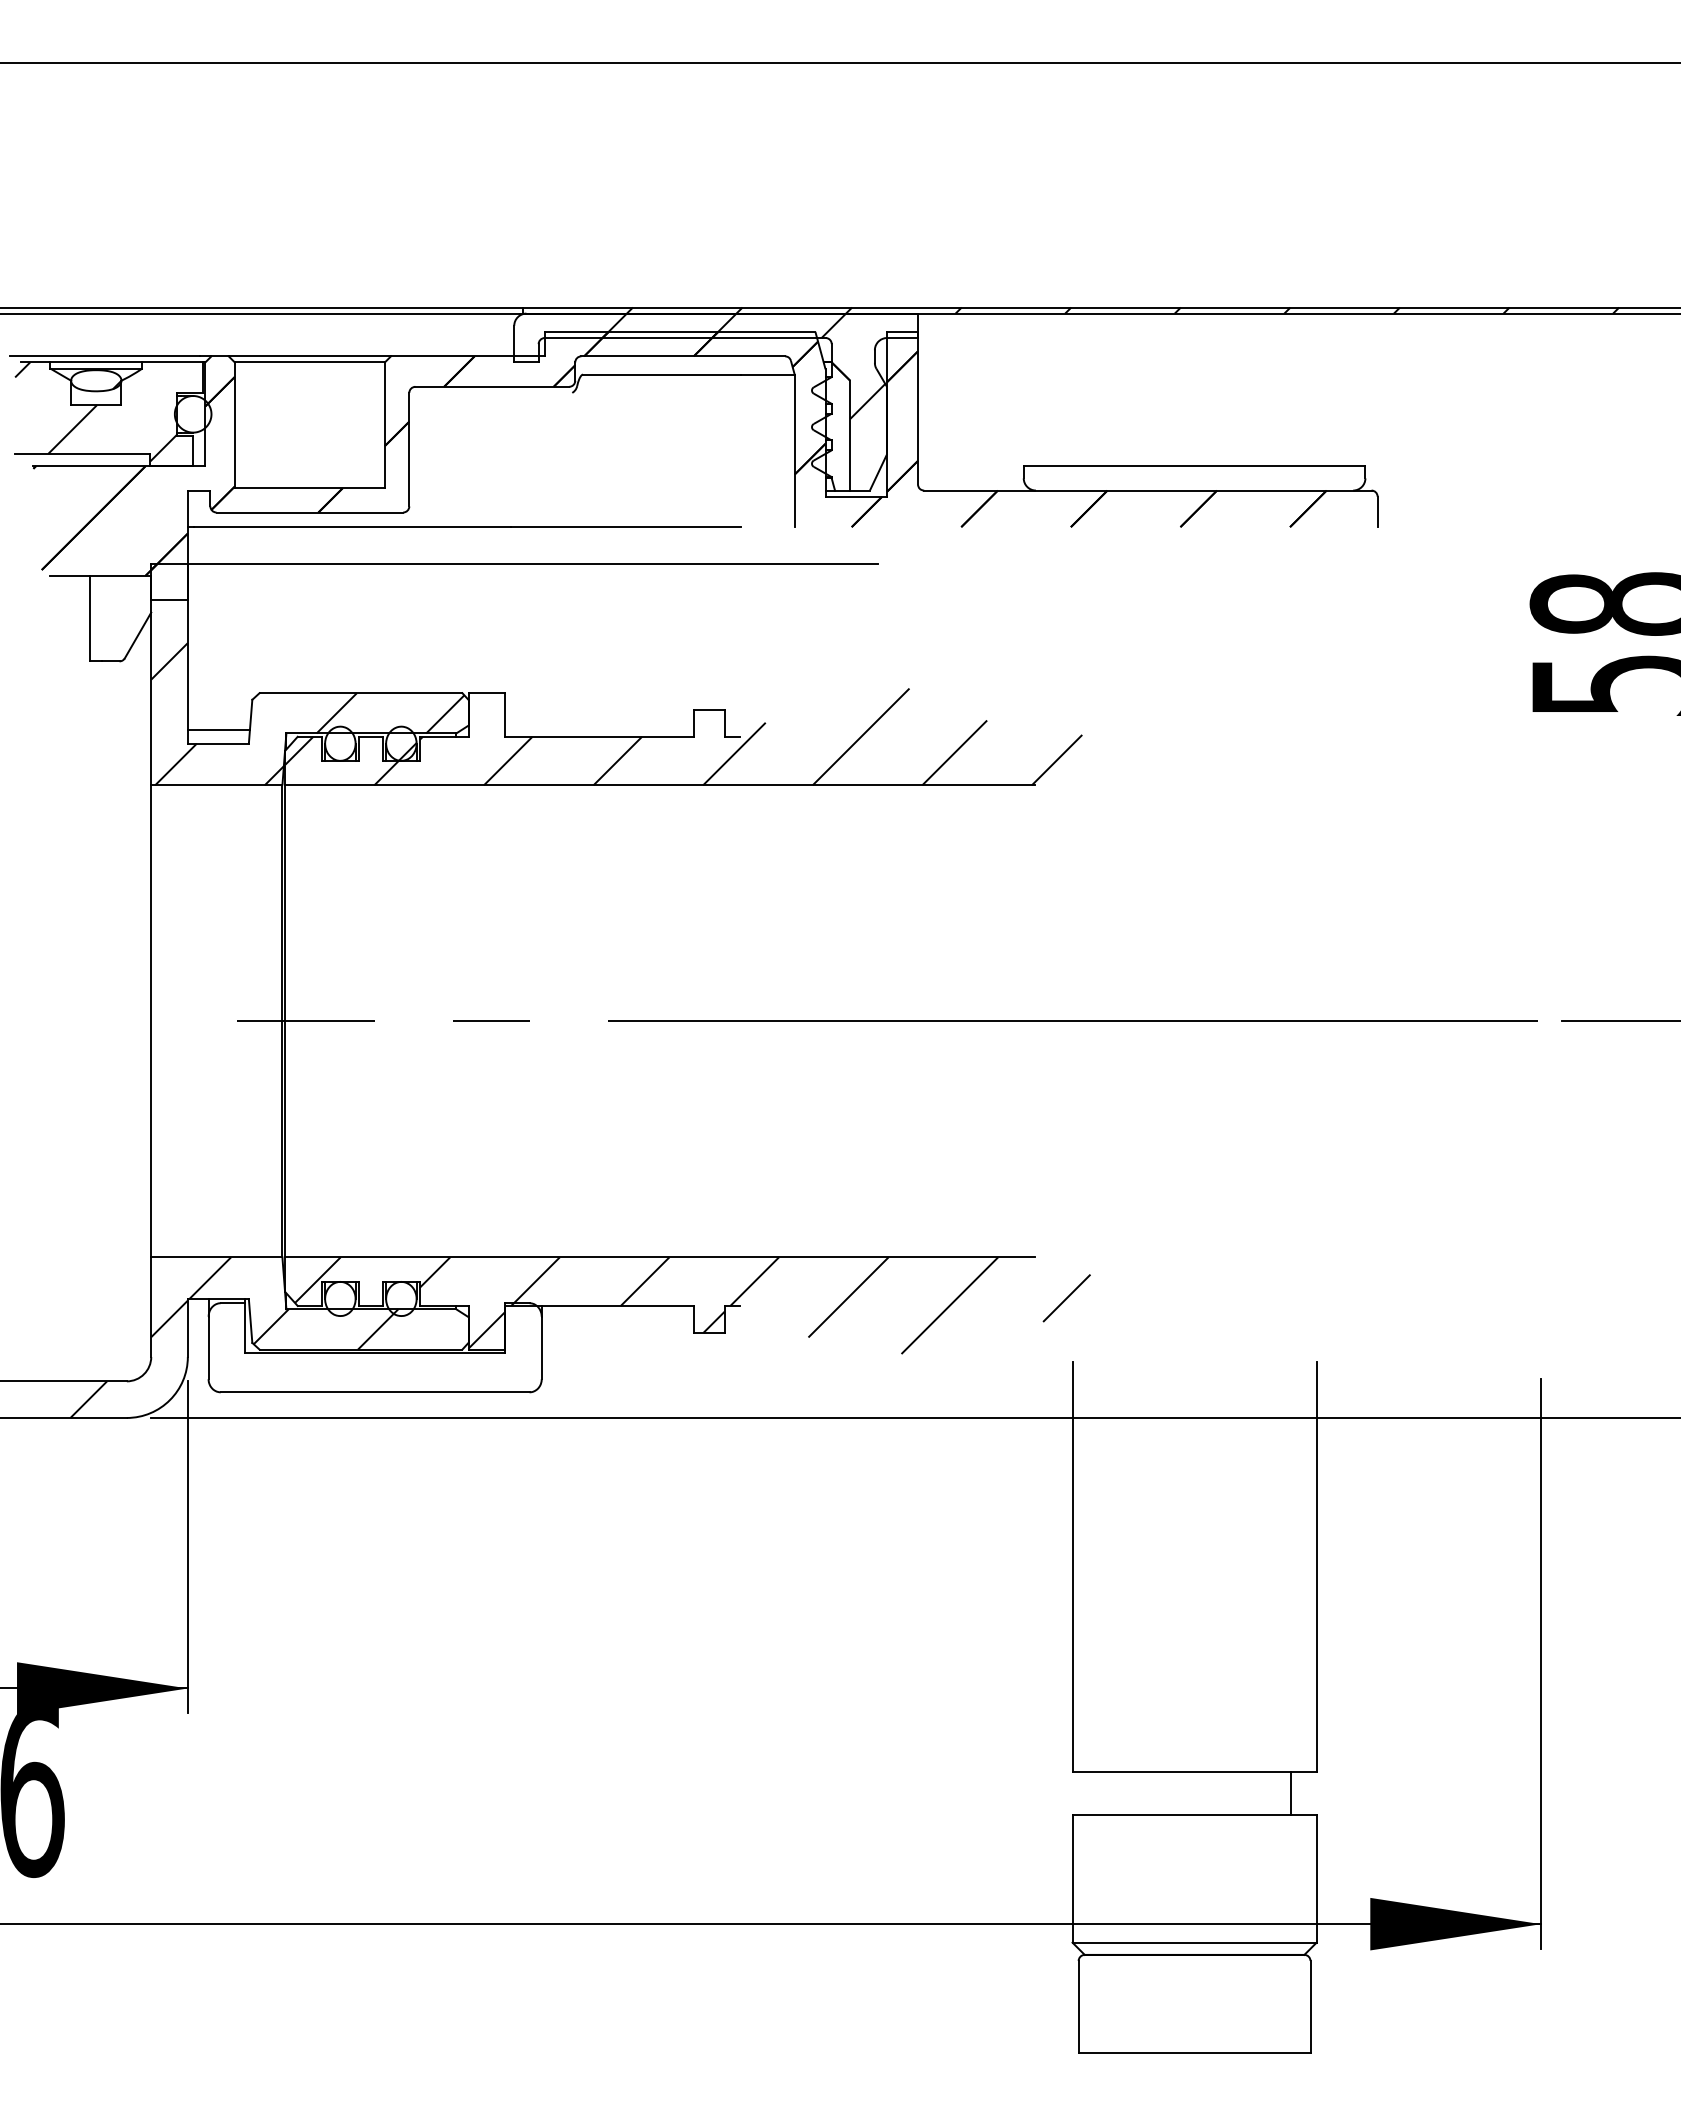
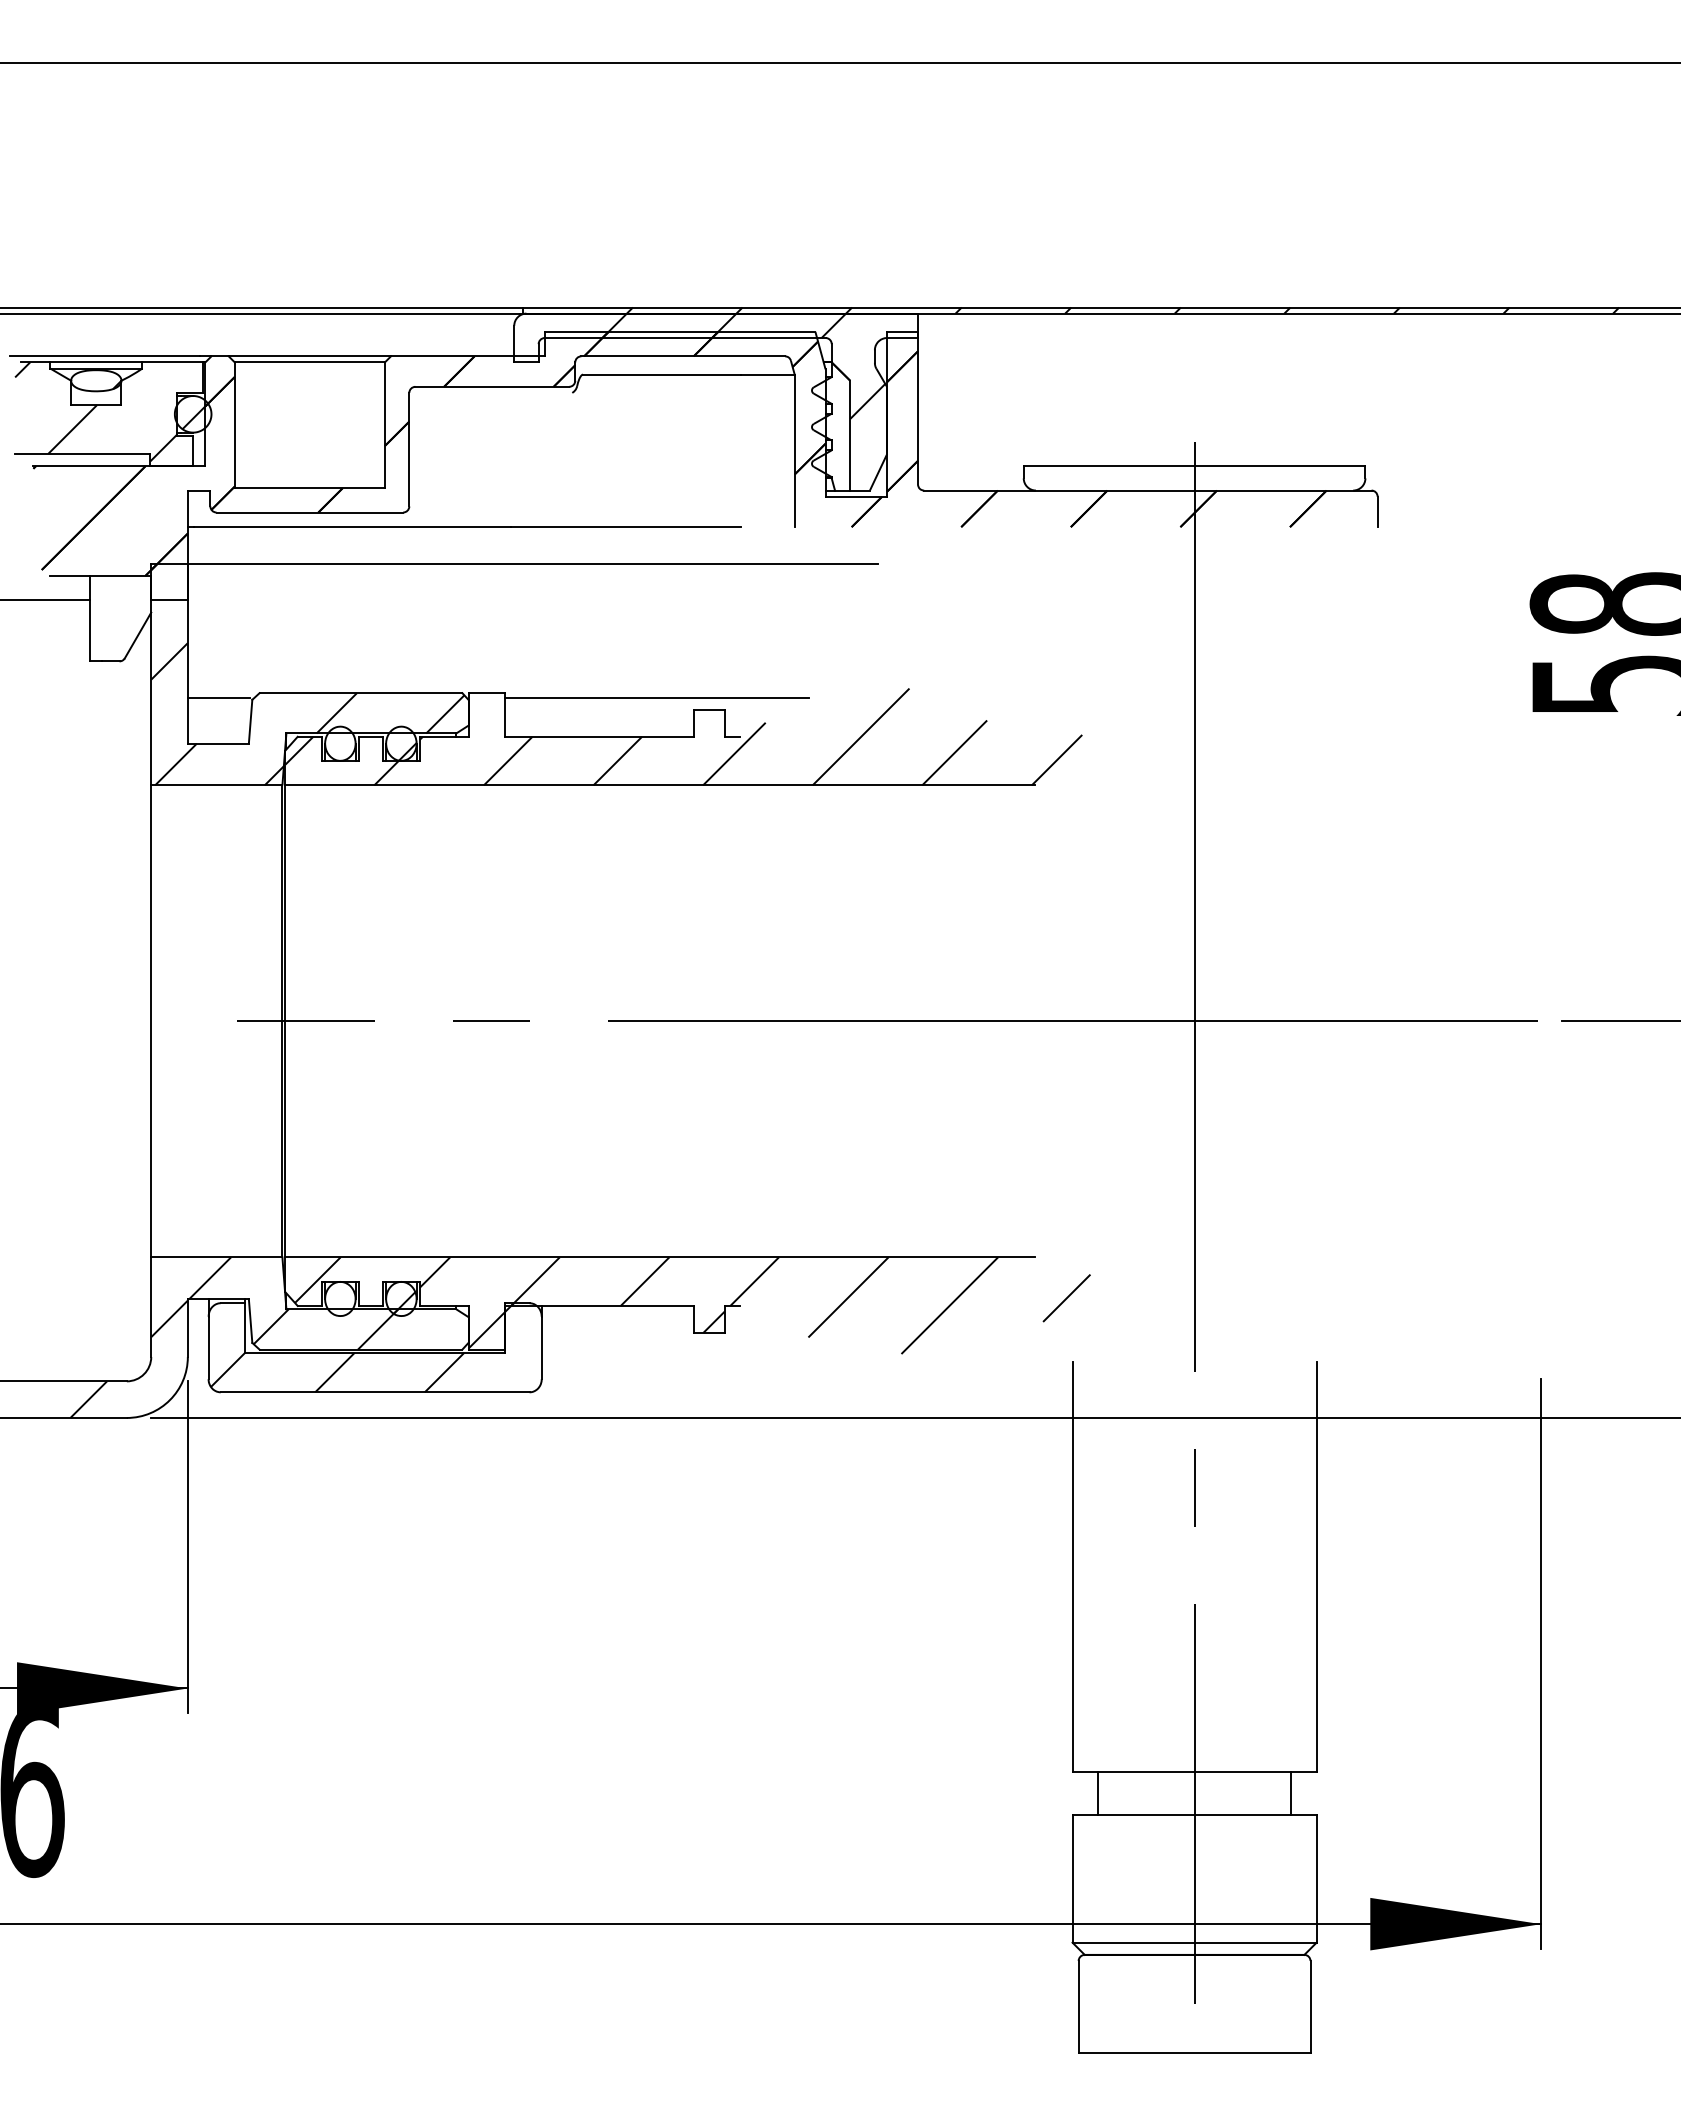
hatch at (195, 416): none -> present
line at (46, 600): none -> present
line at (656, 698): none -> present
line at (218, 730) position: (218, 730) -> (218, 698)
line at (1194, 1222): none -> present
hatch at (404, 1302): none -> present
hatch at (361, 1347): none -> present
line at (1098, 1792): none -> present
